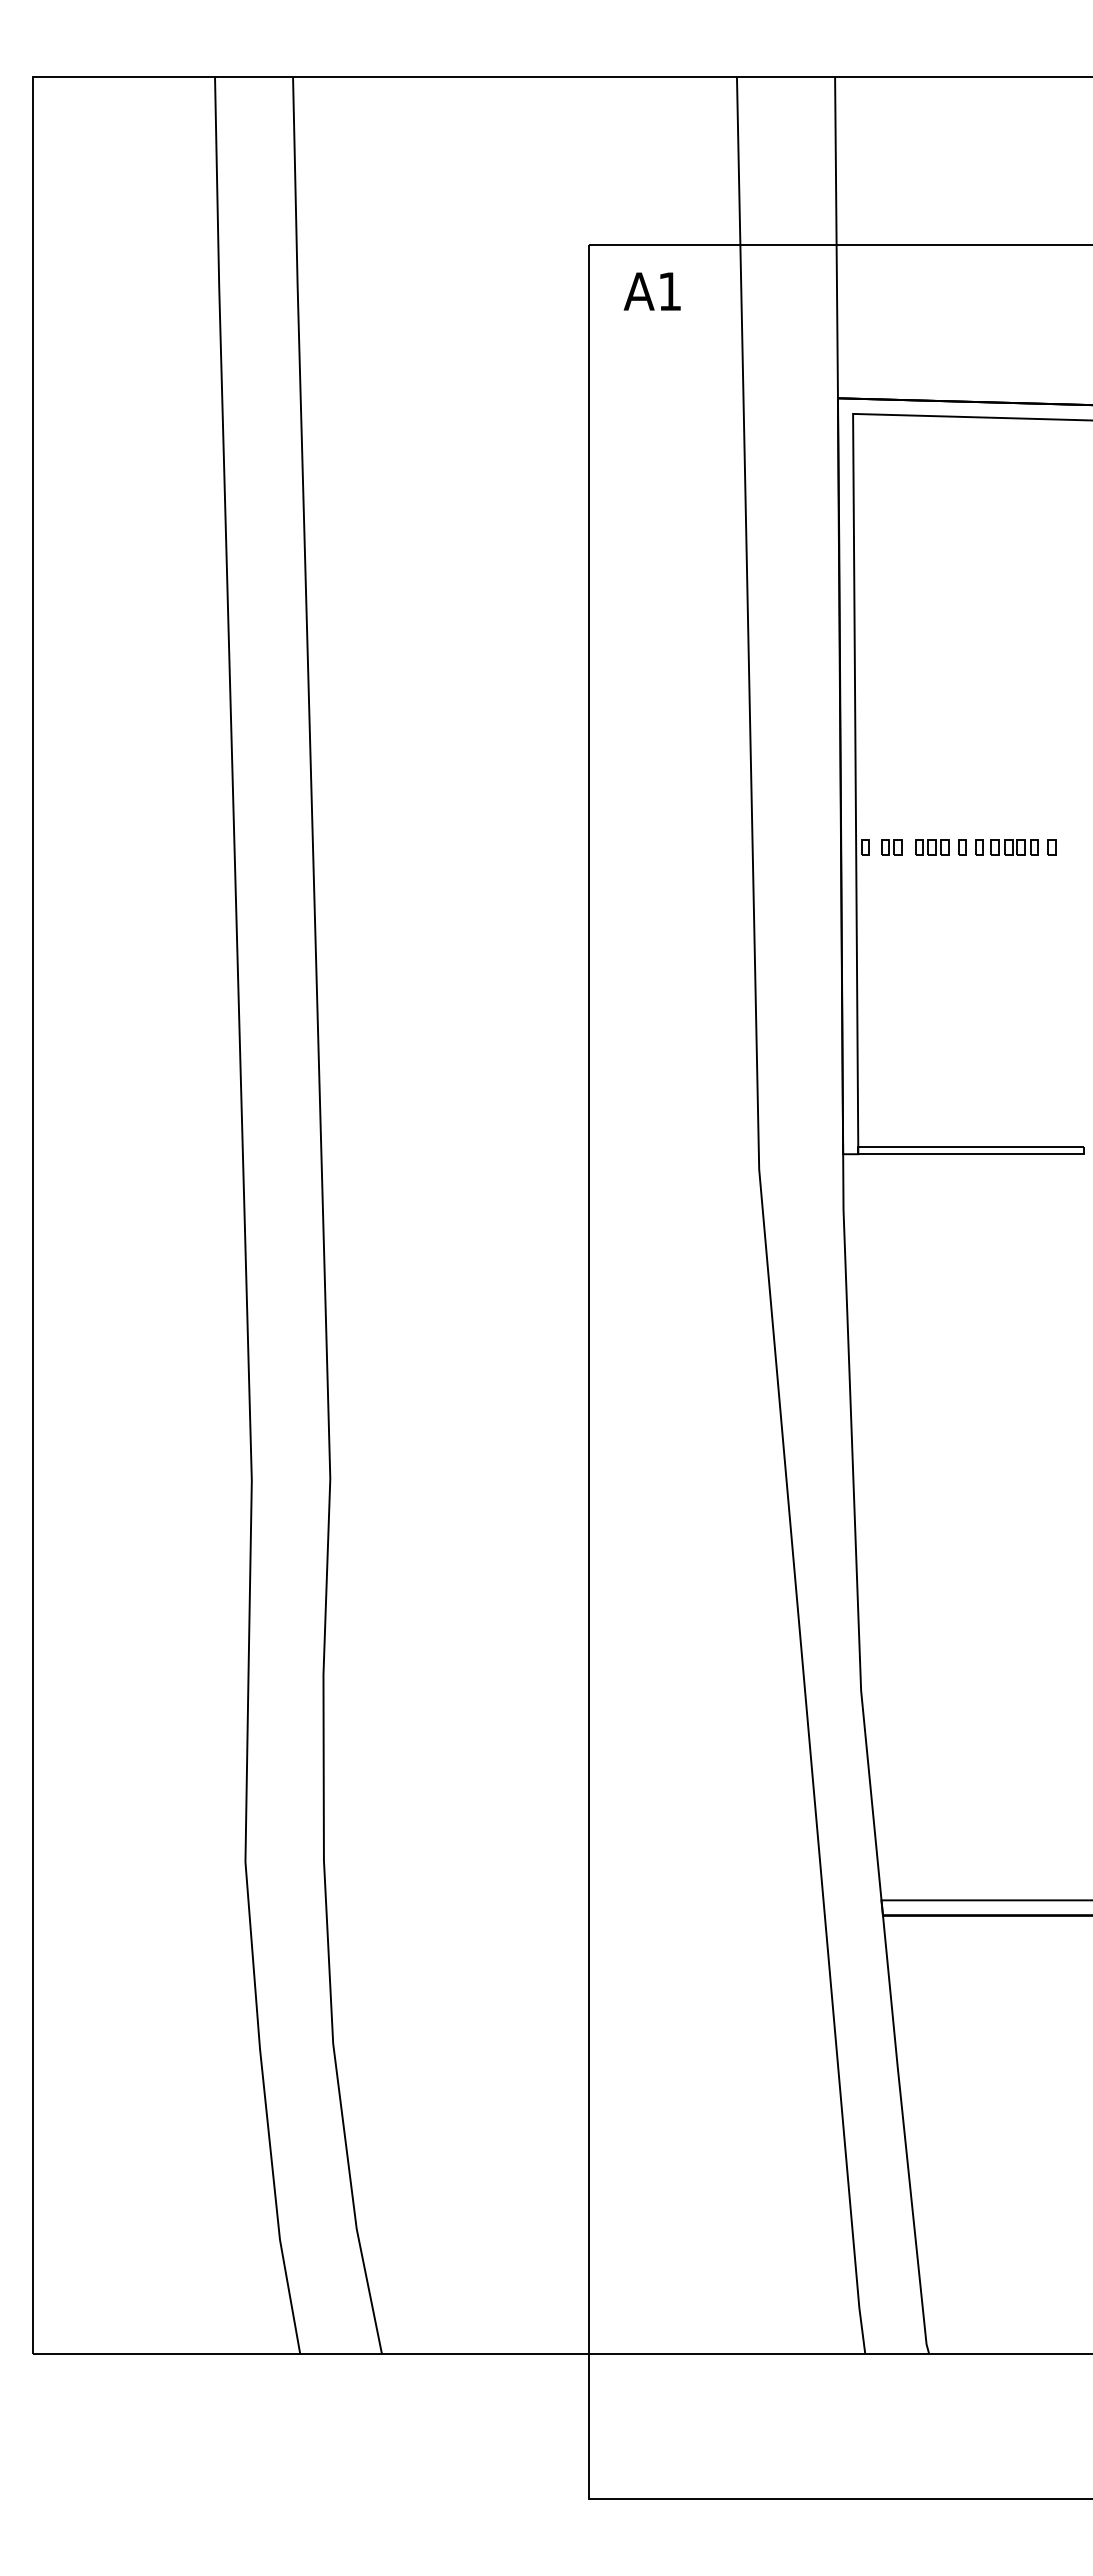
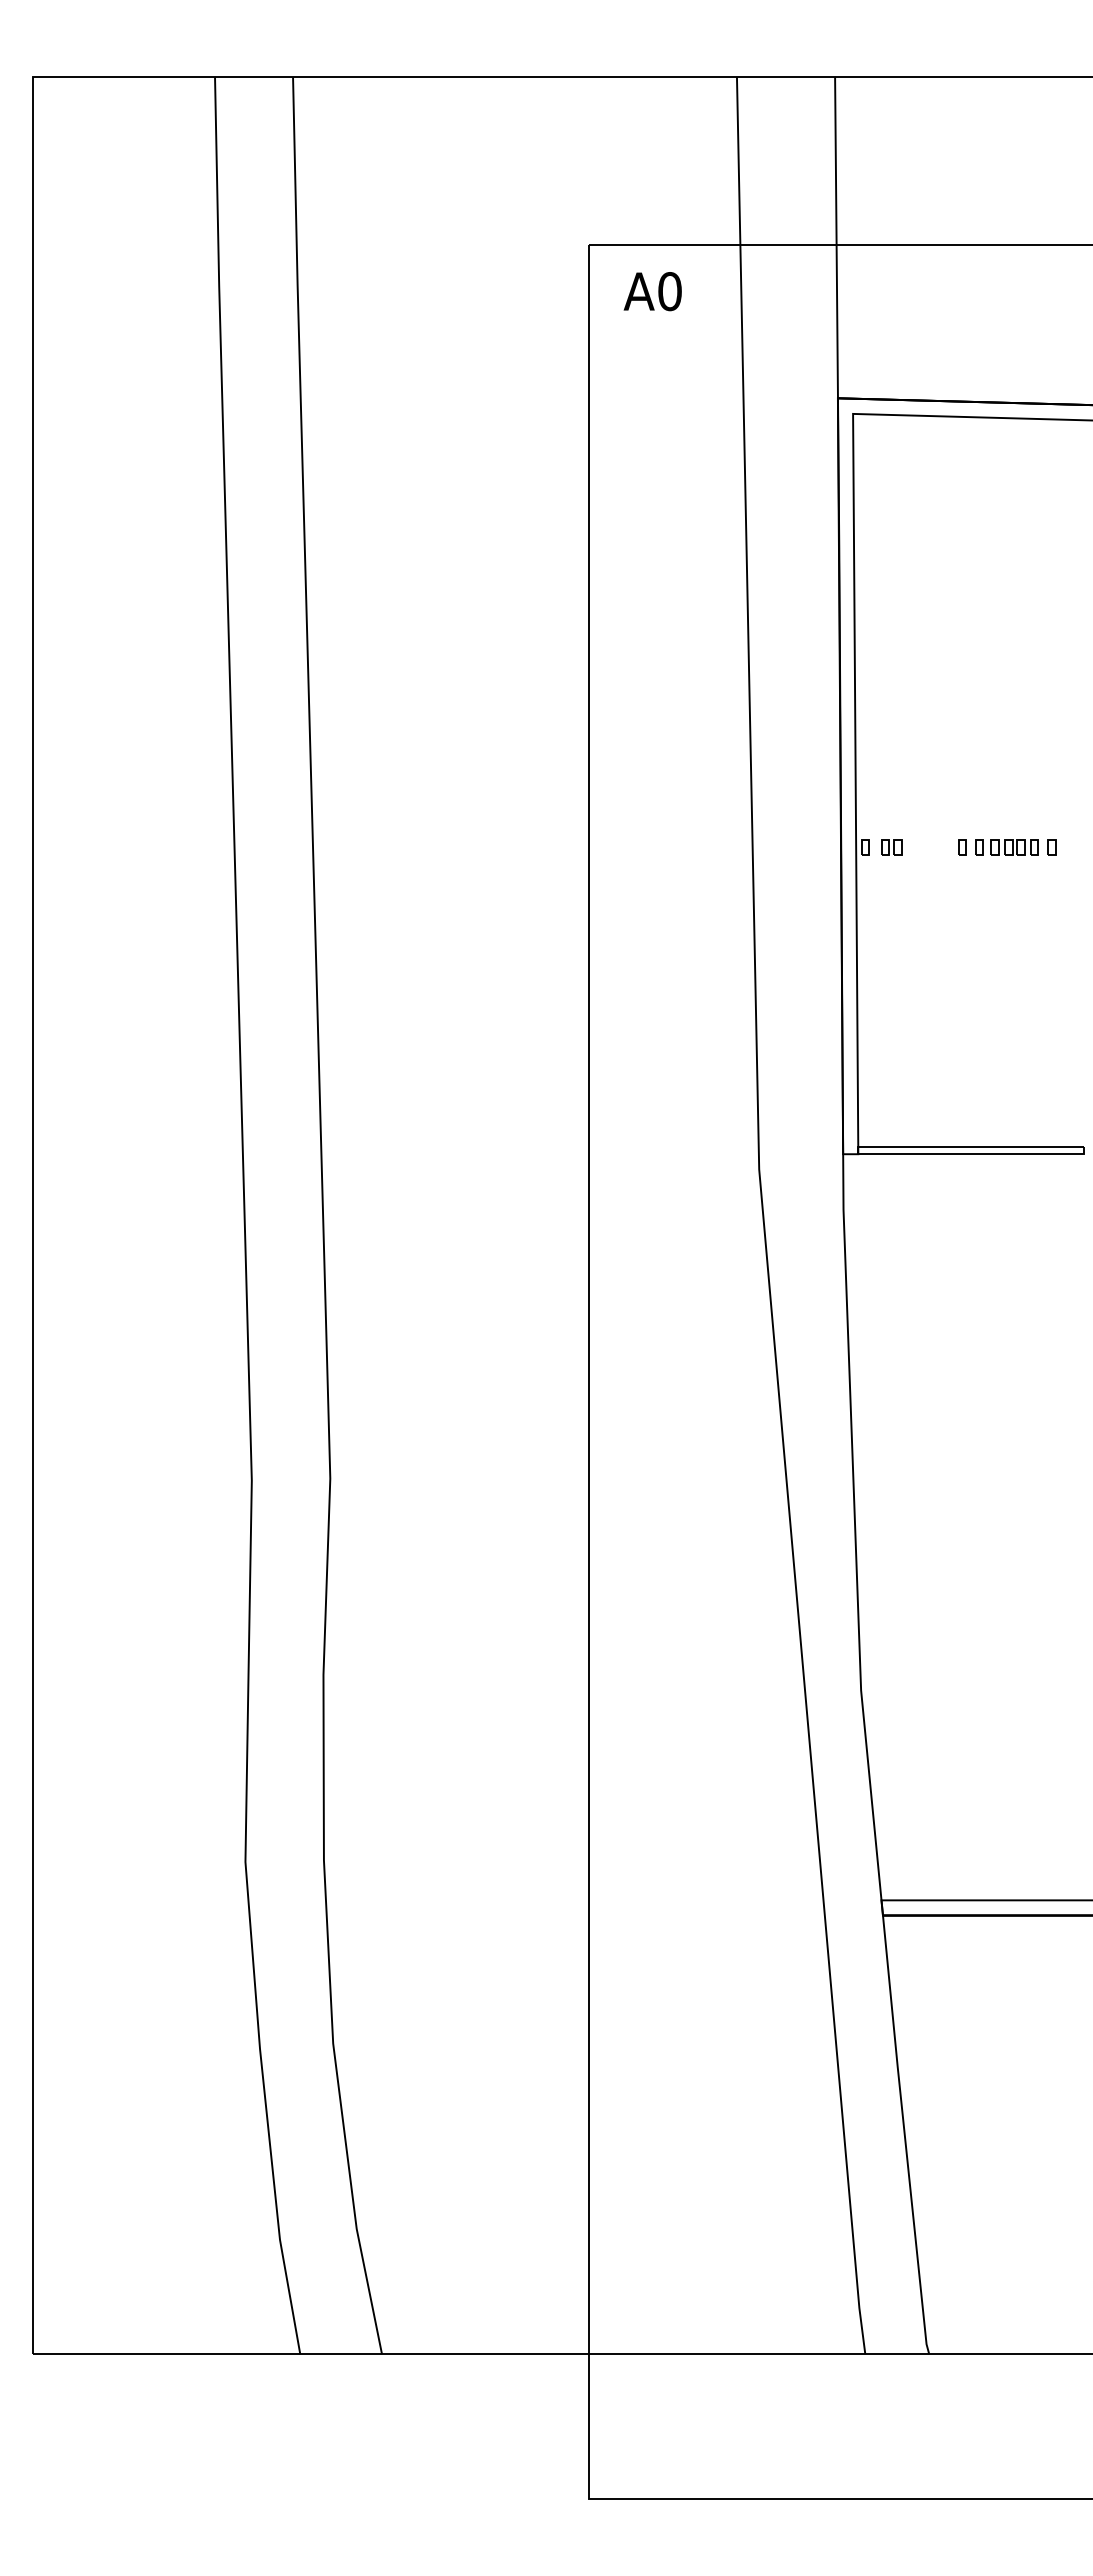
text at (669, 291): A1 -> A0
part at (932, 847): present -> none
